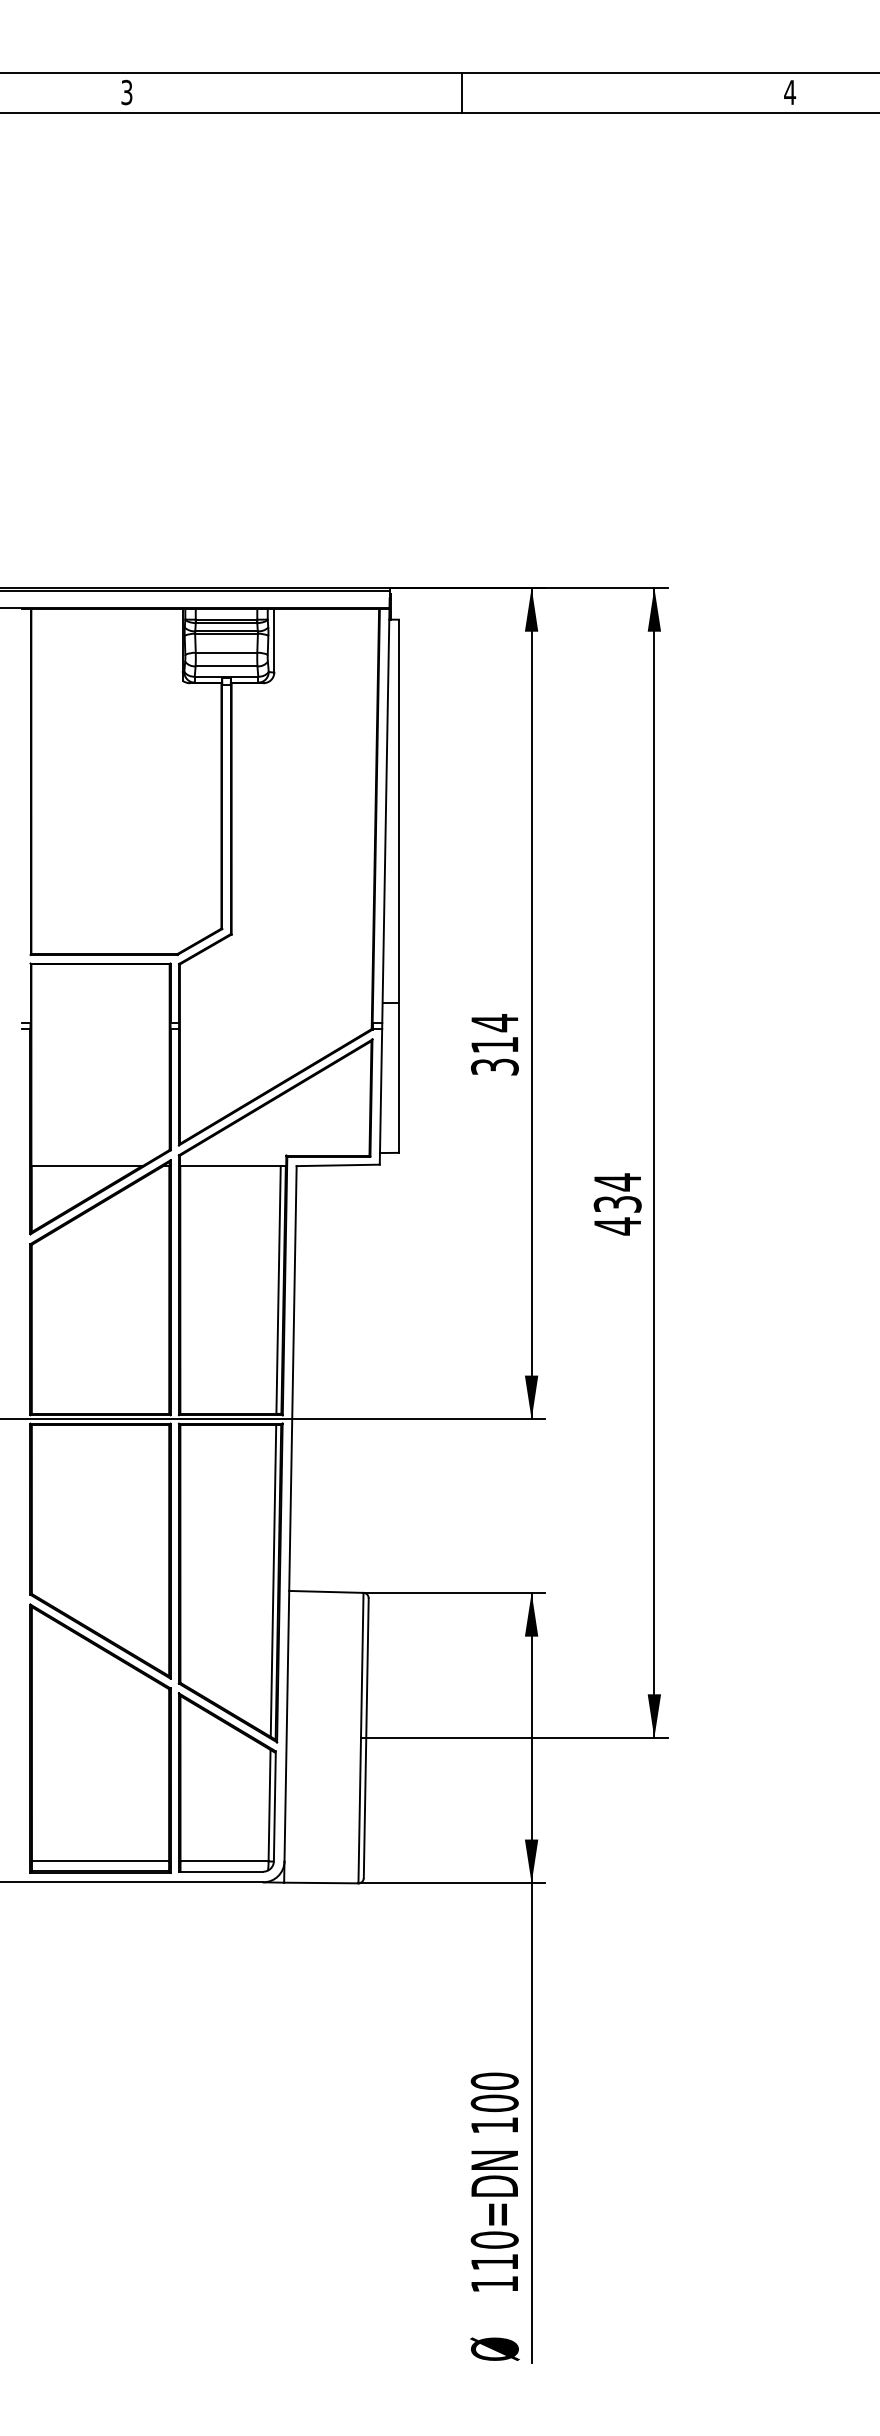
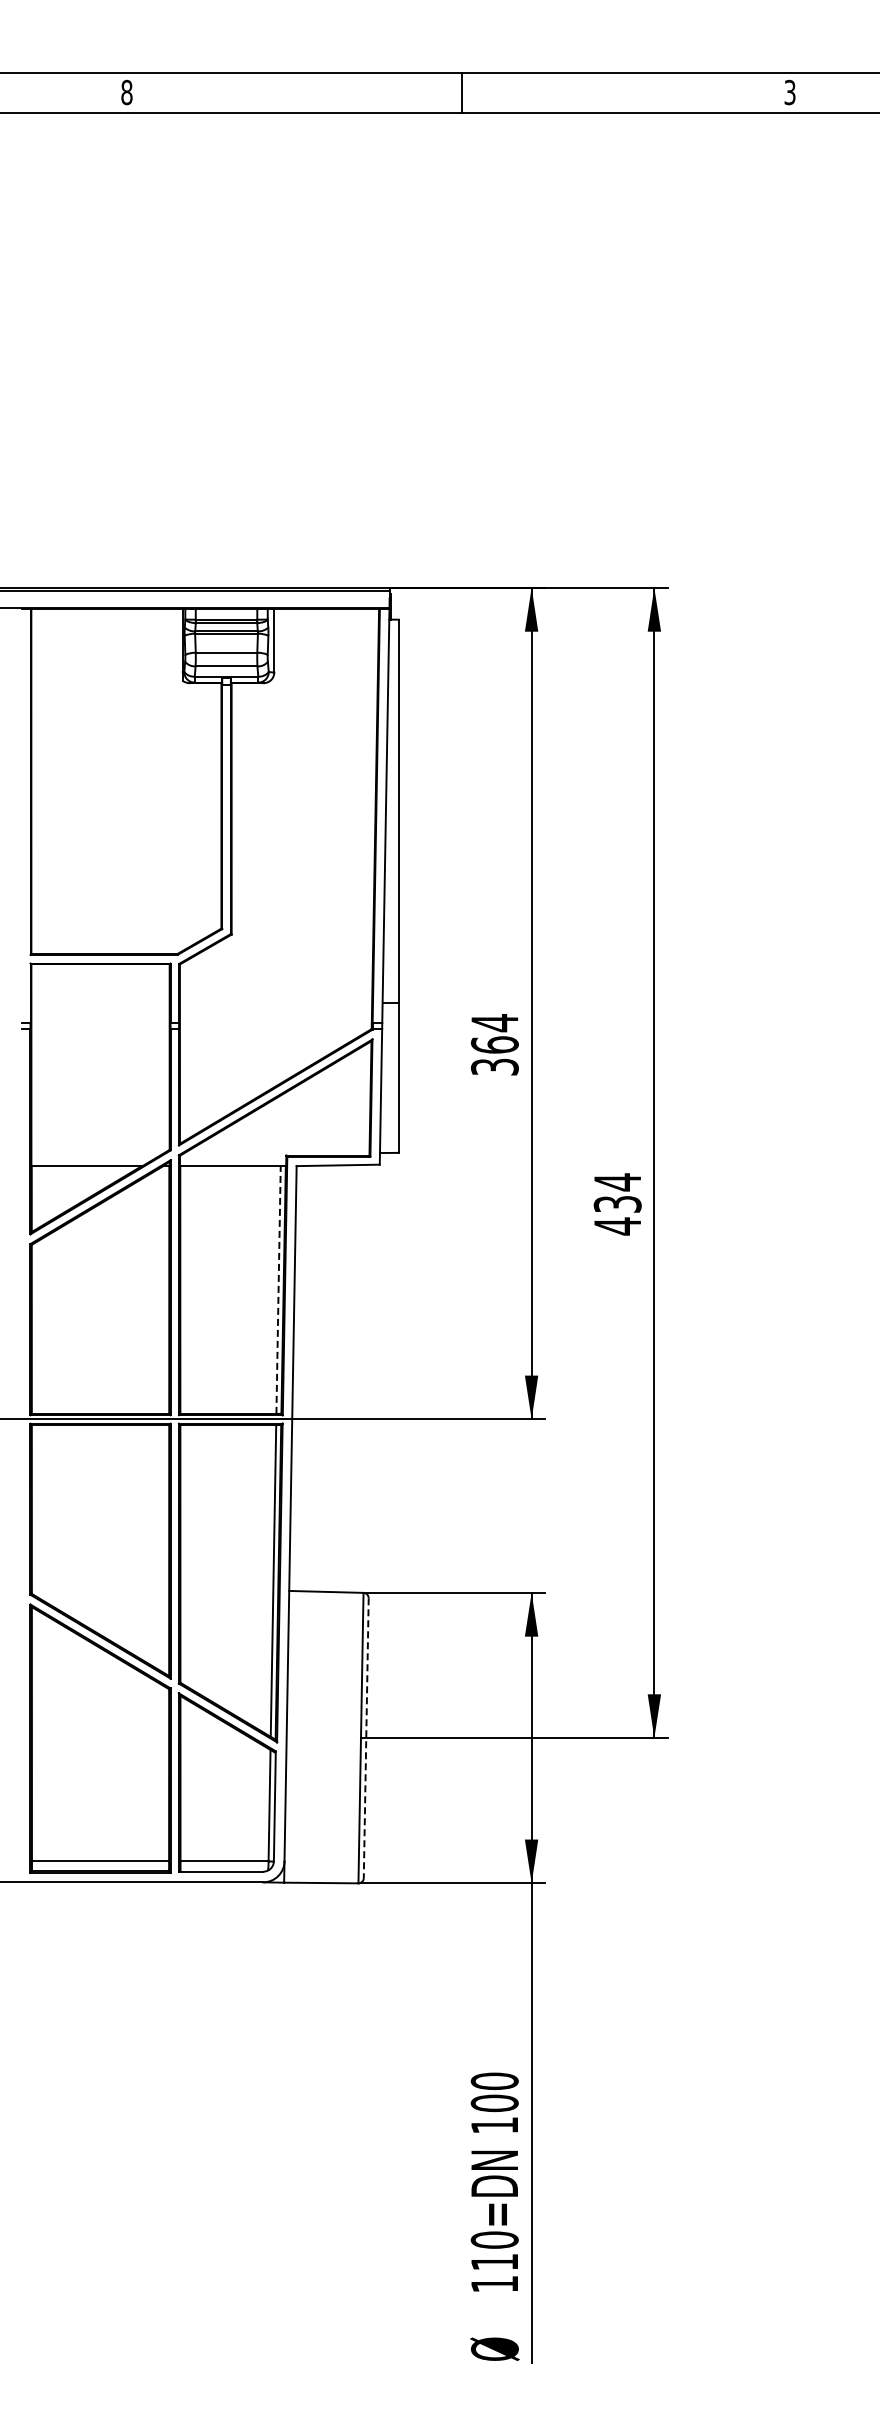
text at (126, 92): 3 -> 8
text at (790, 92): 4 -> 3
text at (494, 1044): 314 -> 364
line at (278, 1290): solid -> dashed
line at (366, 1738): solid -> dashed
